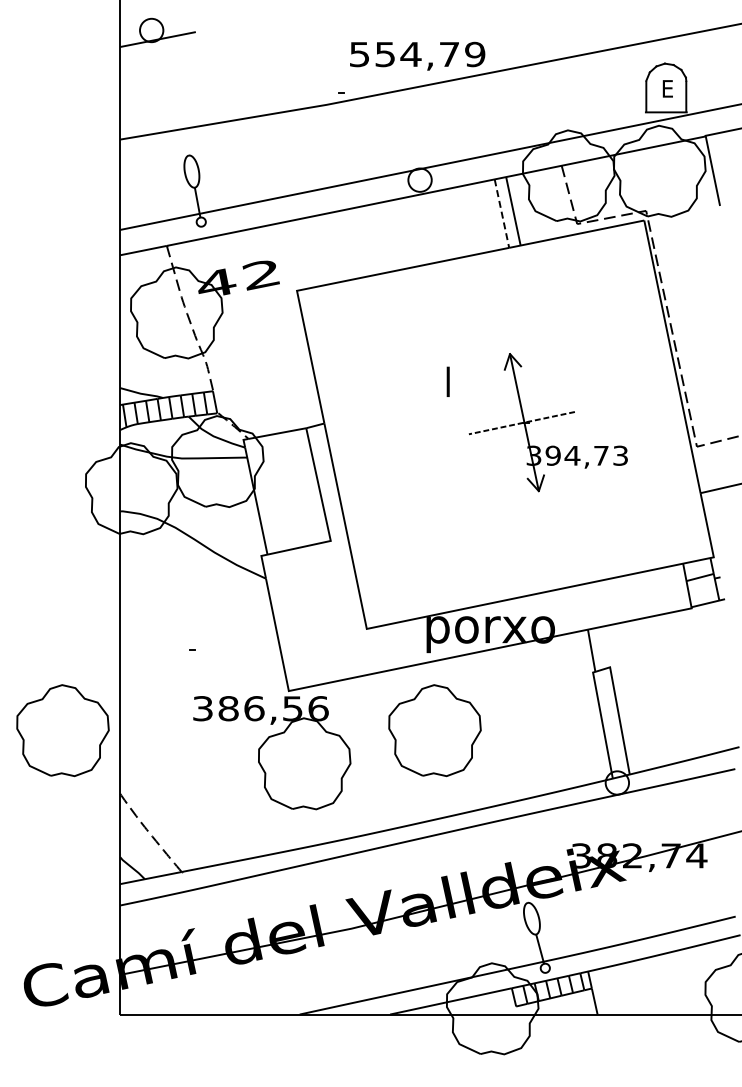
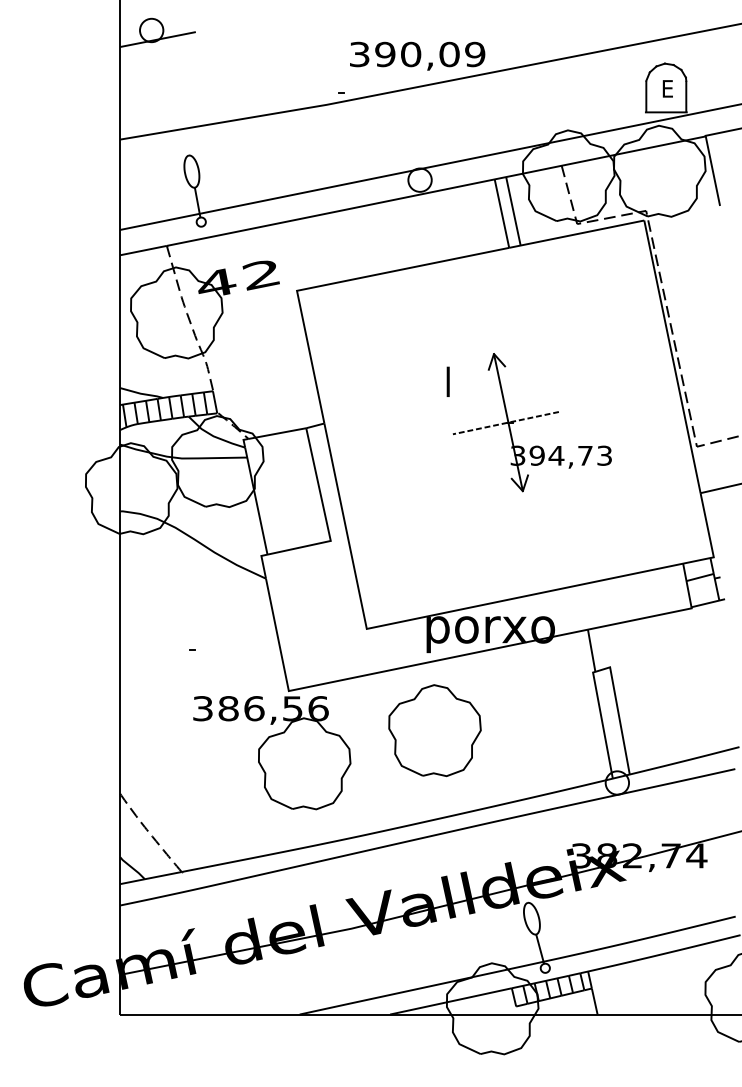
text at (404, 54): 554,79 -> 390,09
line at (501, 213): dashed -> solid
part at (547, 422) position: (547, 422) -> (531, 422)
part at (62, 730): present -> none
